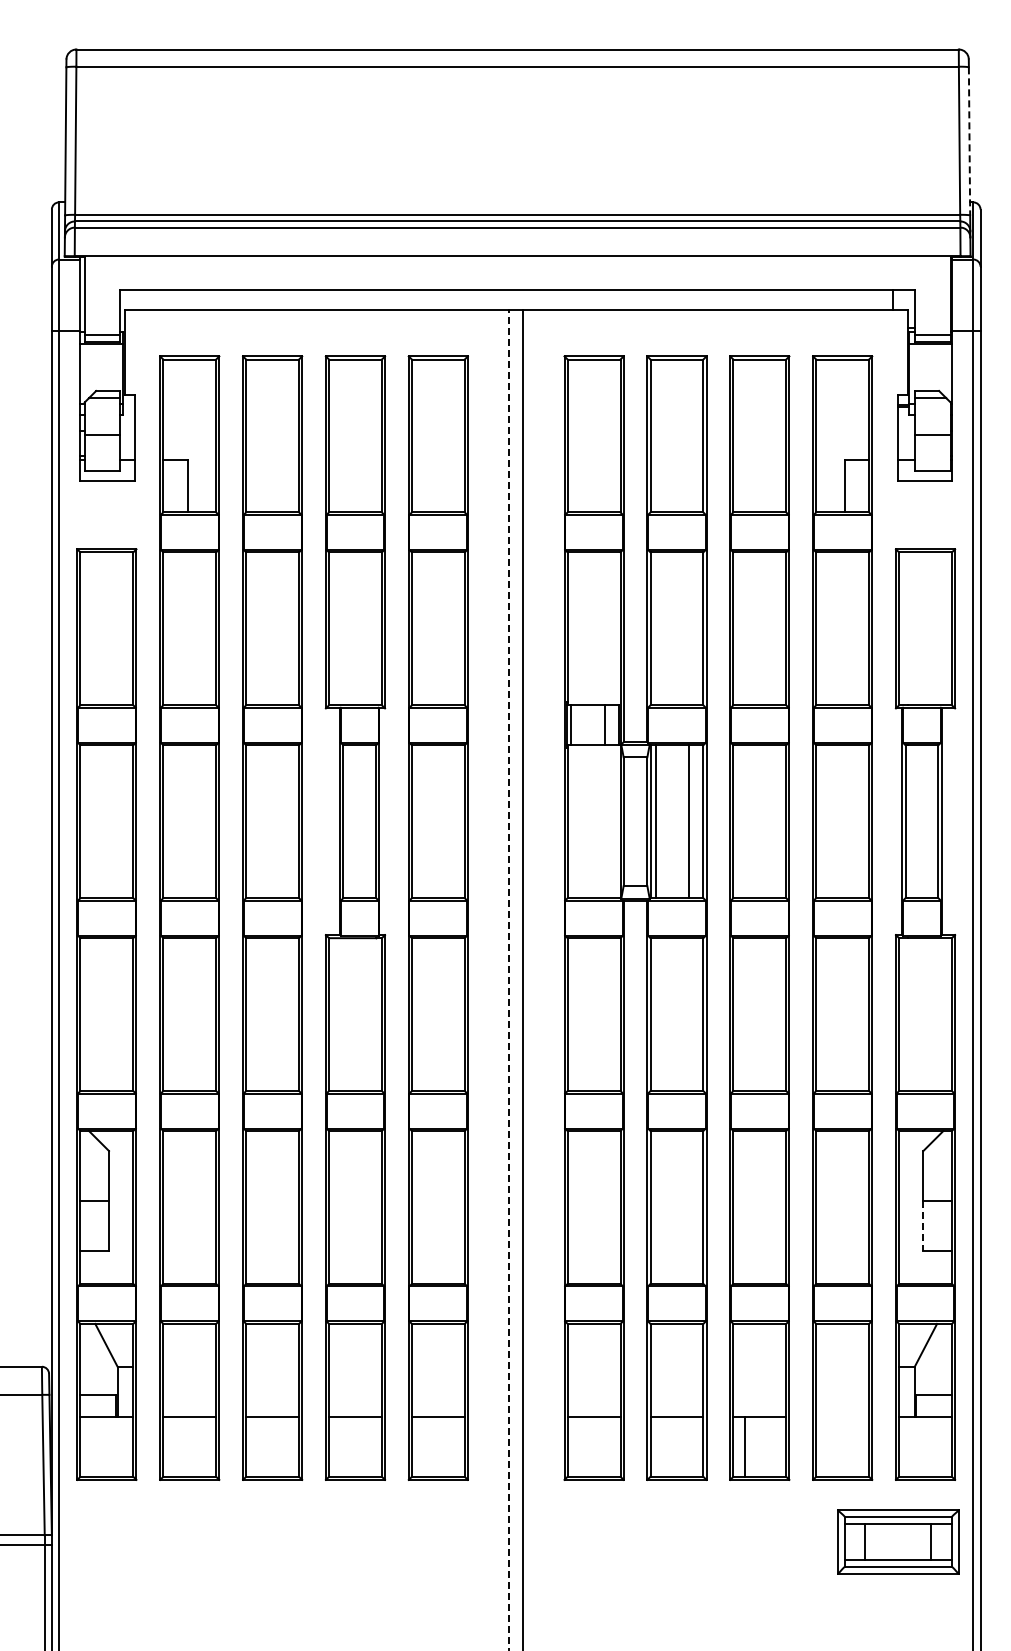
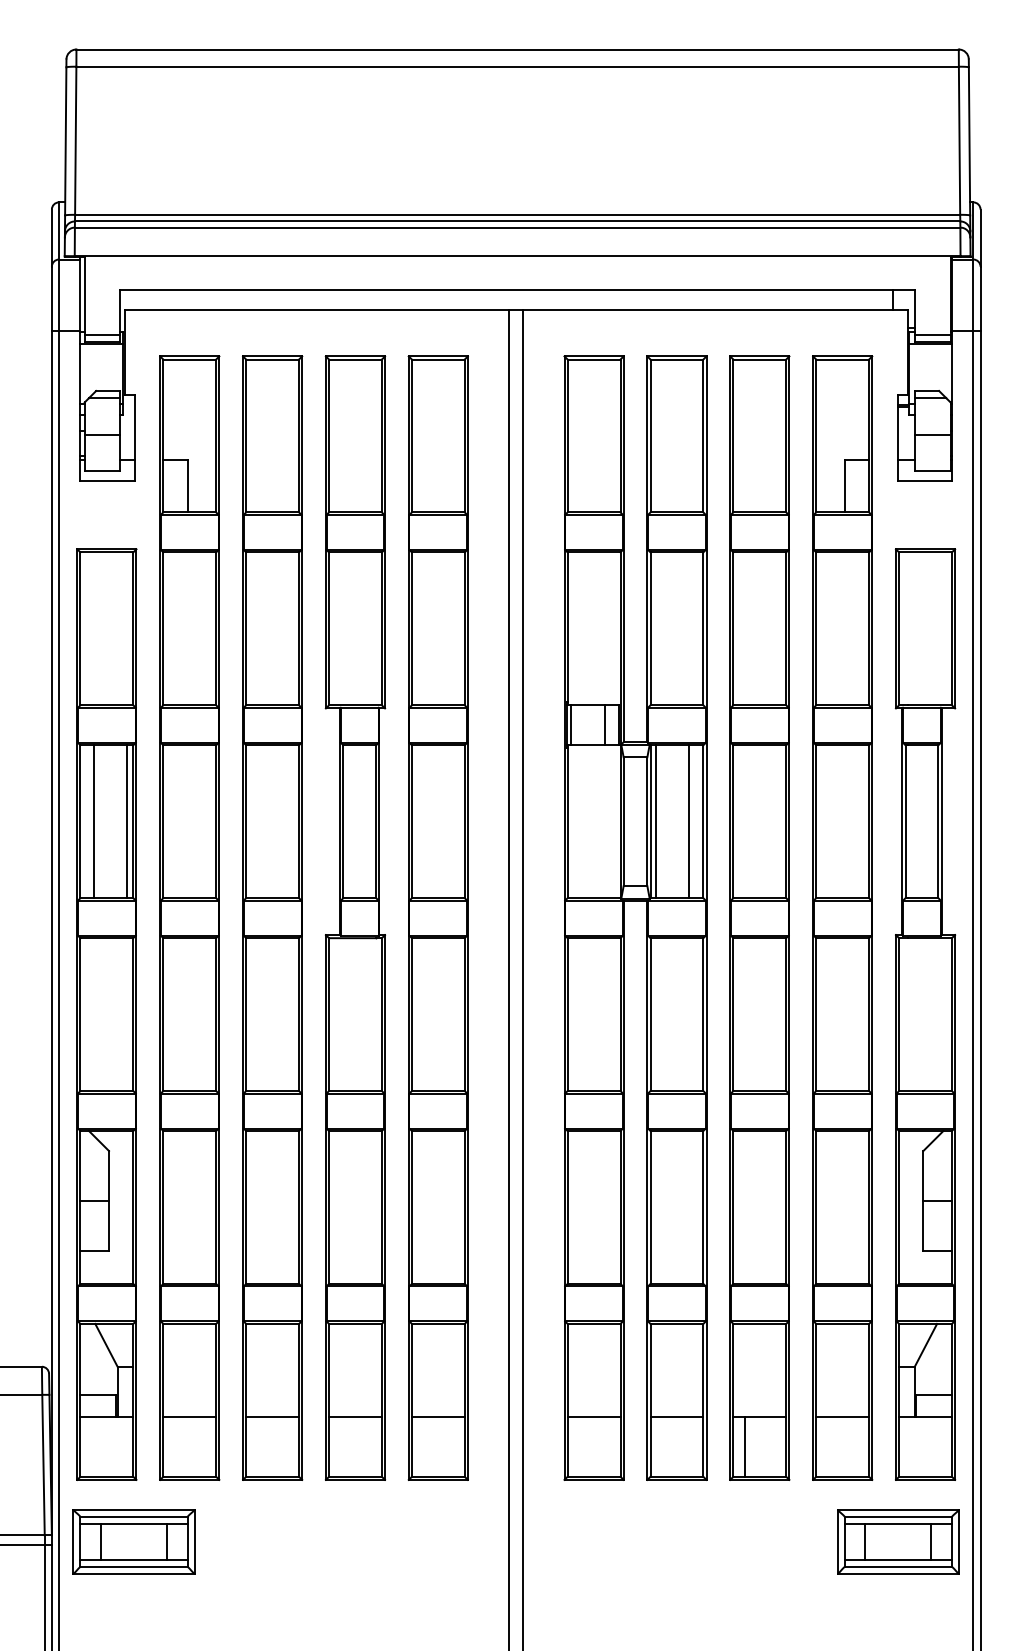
line at (969, 141): dashed -> solid
line at (94, 821): none -> present
line at (126, 821): none -> present
line at (509, 980): dashed -> solid
line at (923, 1226): dashed -> solid
line at (842, 1416): none -> present
part at (133, 1541): none -> present
